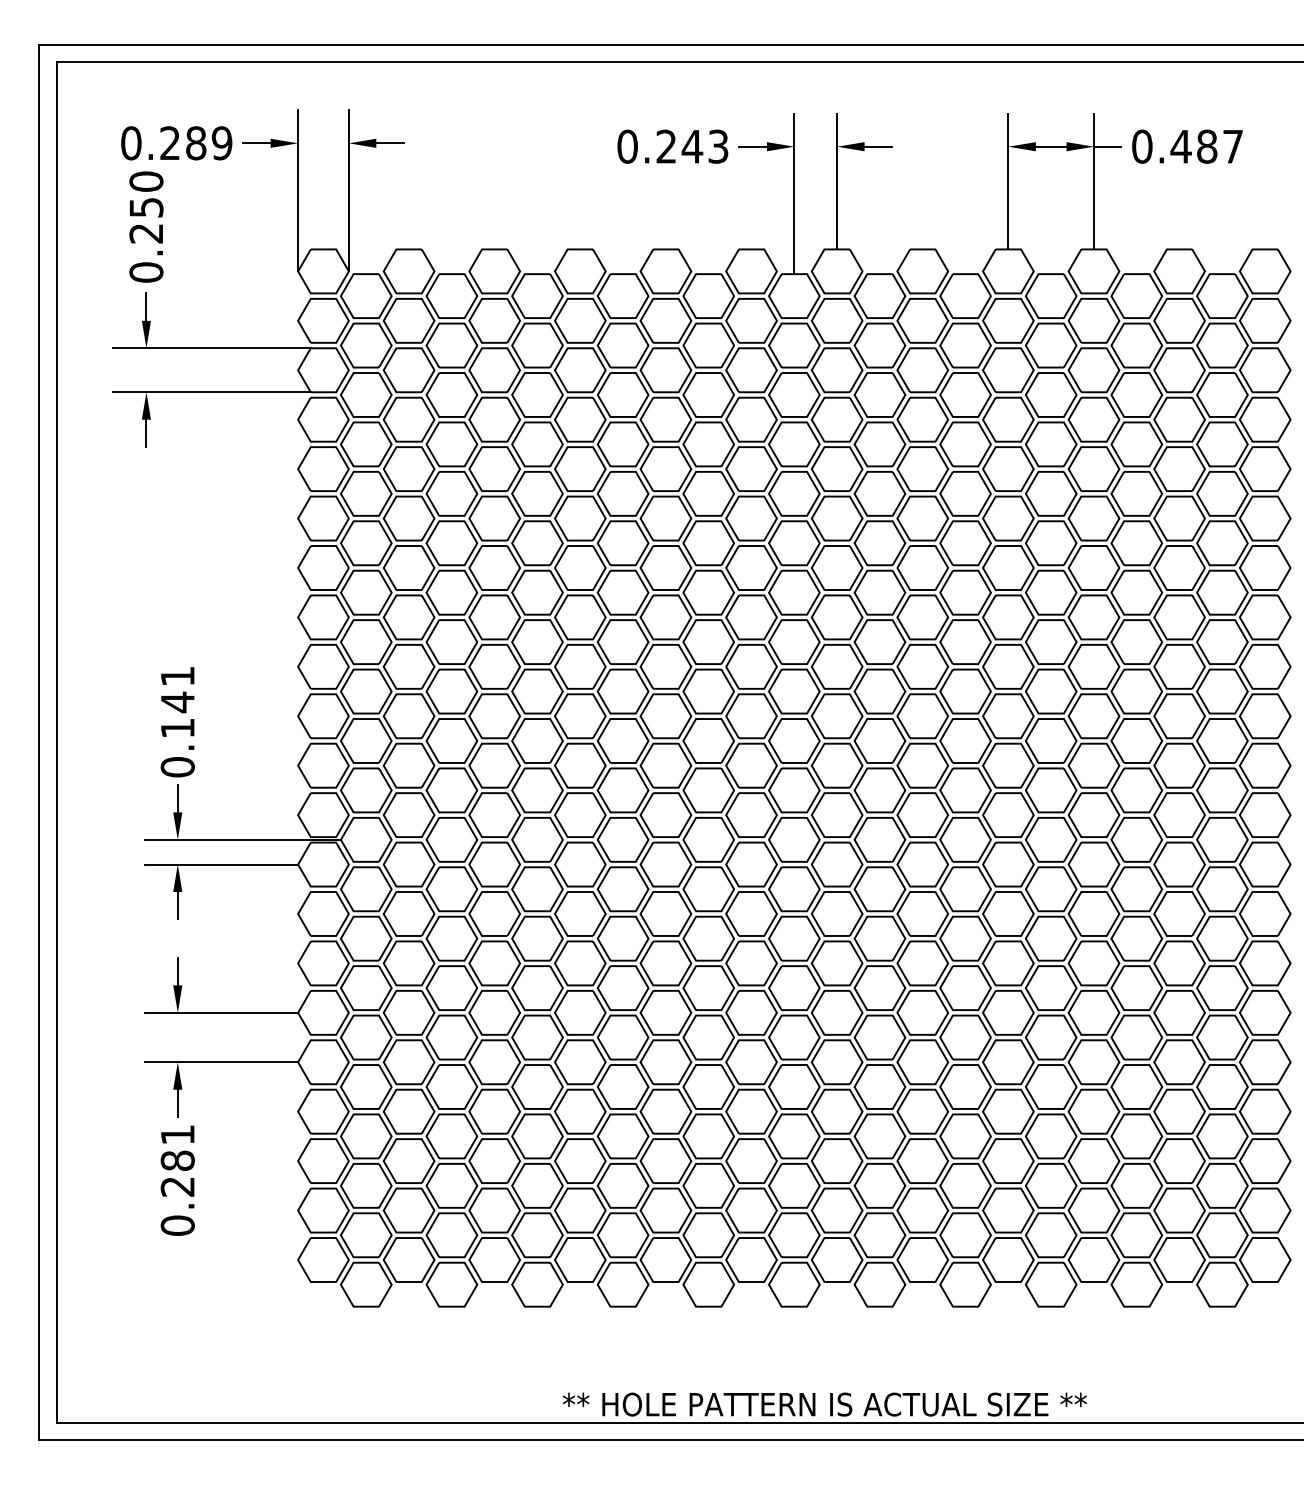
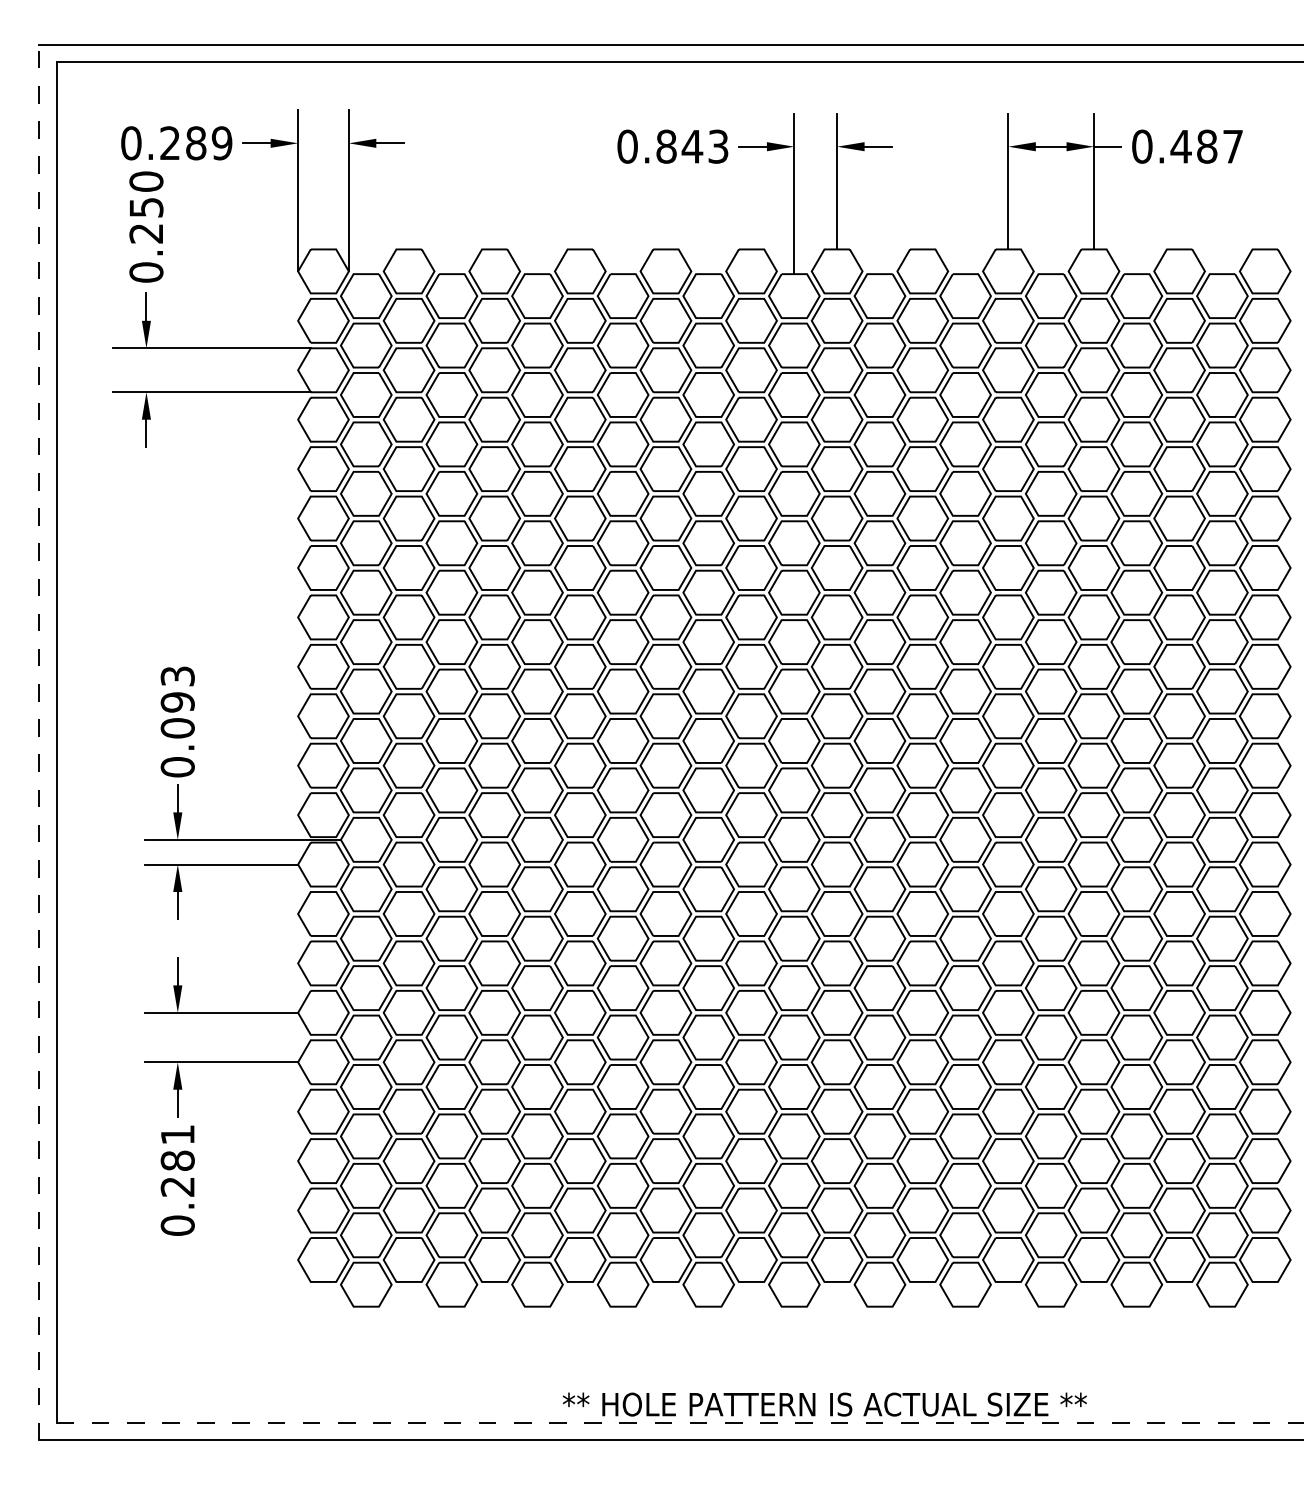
text at (666, 146): 0.243 -> 0.843
text at (177, 702): 0.141 -> 0.093
line at (38, 742): solid -> dashed
line at (680, 1422): solid -> dashed
